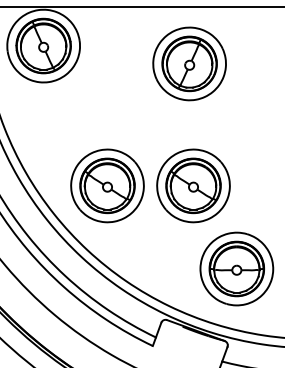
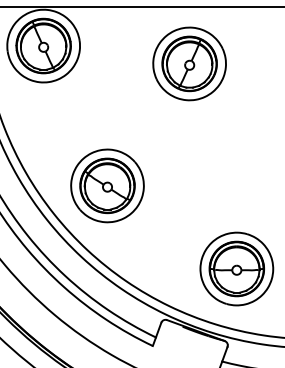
part at (193, 185): present -> none
